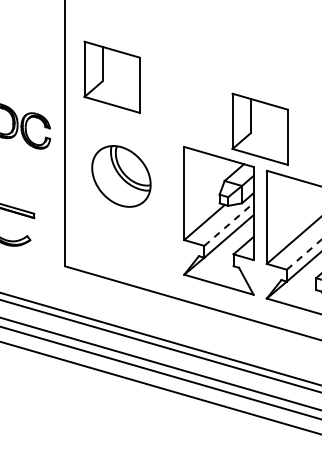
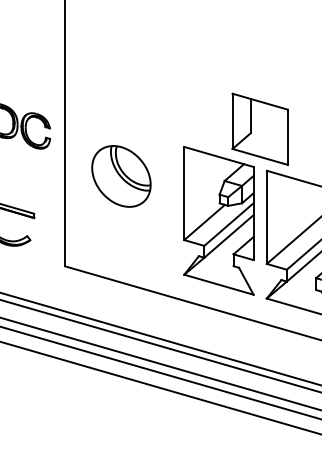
part at (111, 76): present -> none
line at (228, 224): dashed -> solid
line at (304, 254): dashed -> solid
